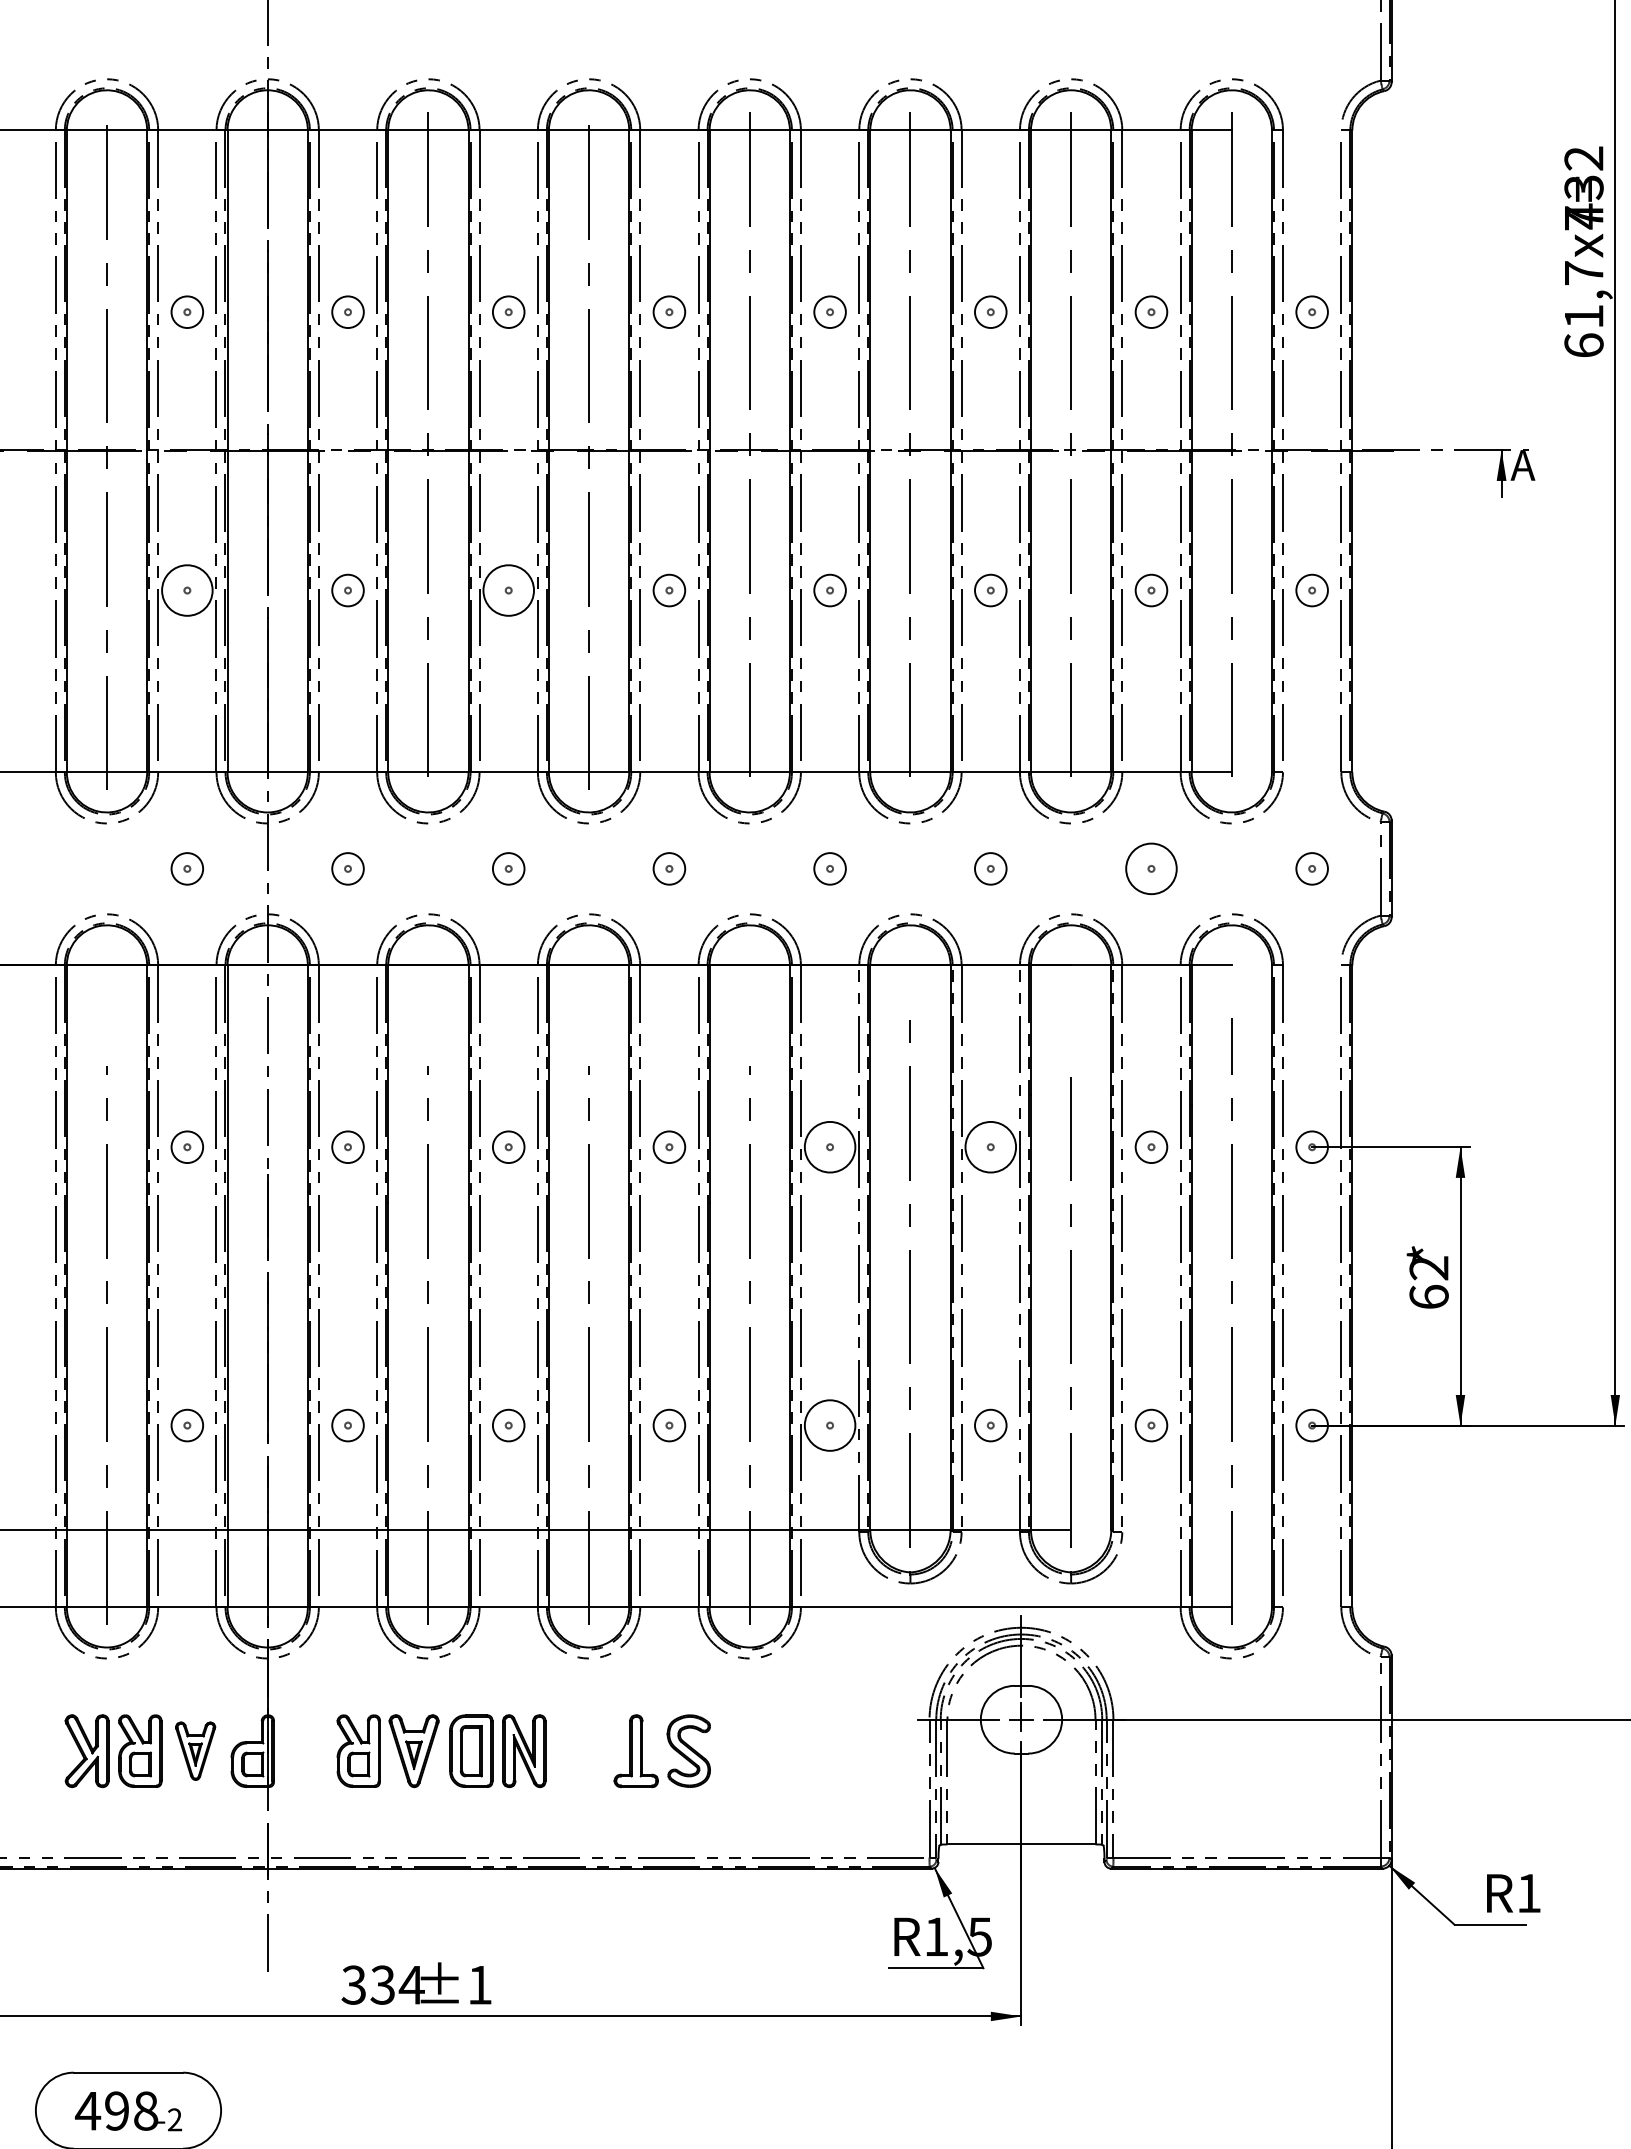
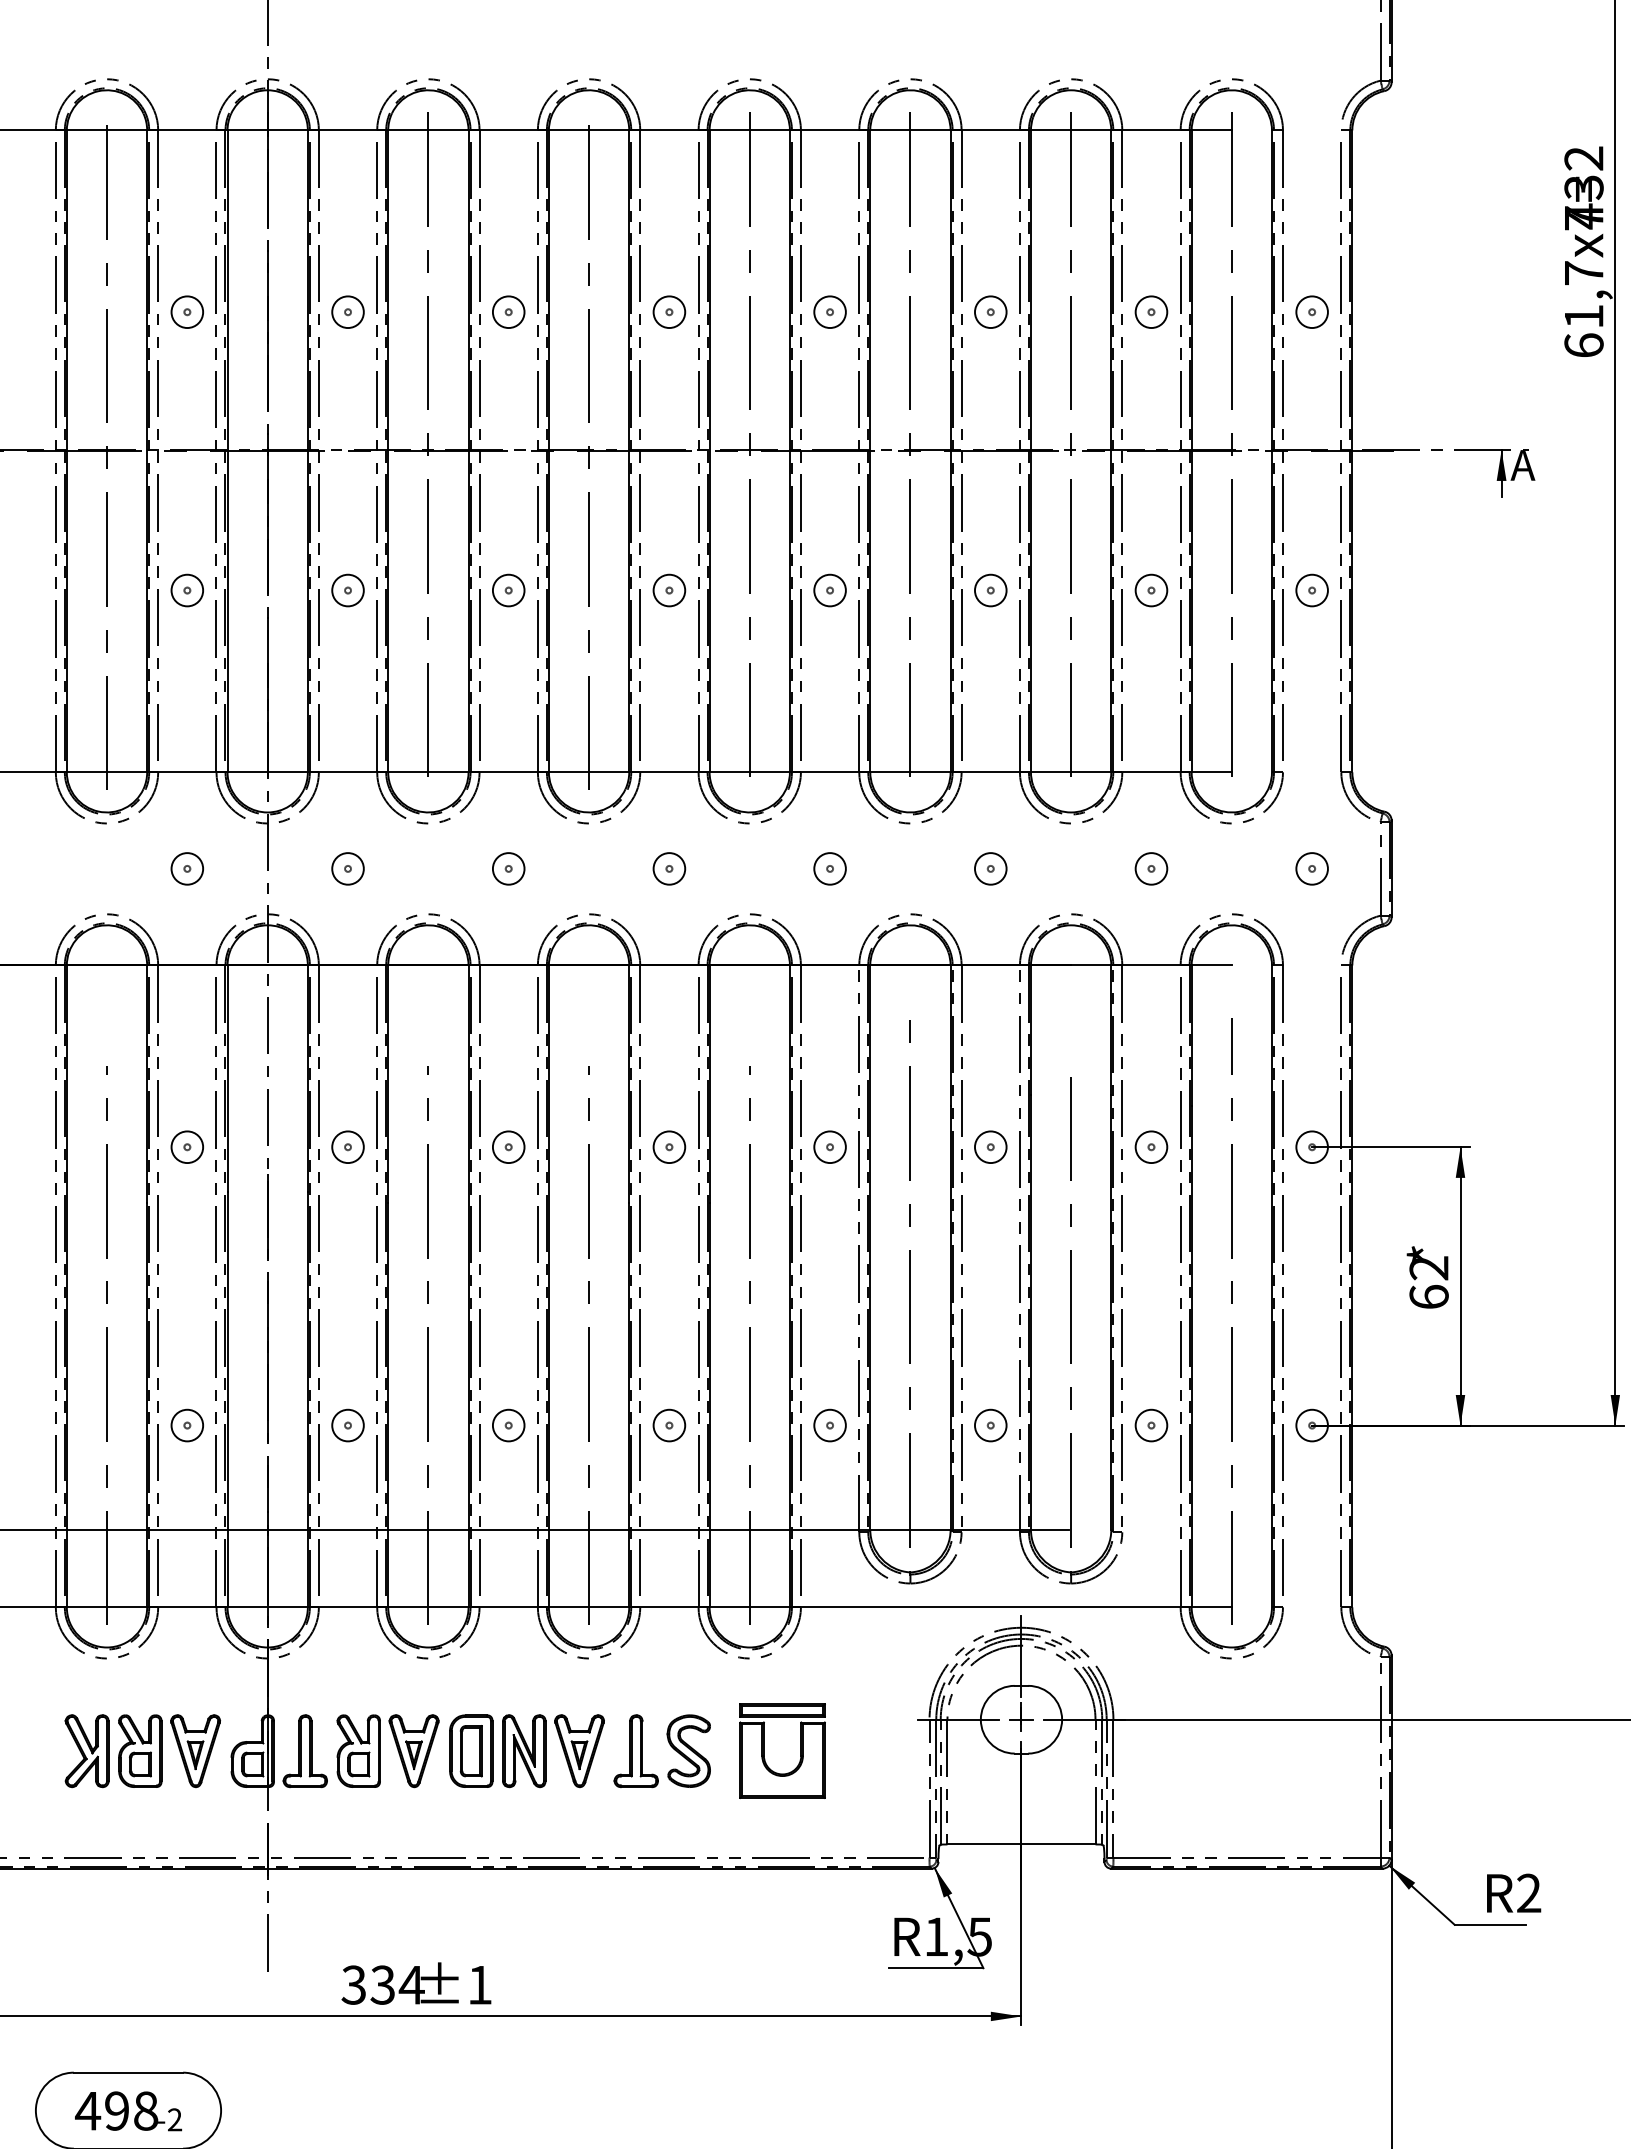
circle at (187, 590) diameter: 51 px -> 32 px
circle at (508, 590) diameter: 51 px -> 32 px
circle at (1151, 868) diameter: 51 px -> 32 px
circle at (829, 1146) diameter: 51 px -> 32 px
circle at (990, 1146) diameter: 51 px -> 32 px
circle at (829, 1425) diameter: 51 px -> 32 px
part at (195, 1750) size: 42x60 px -> 51x75 px
part at (304, 1750): none -> present
part at (764, 1750): none -> present
part at (579, 1751): none -> present
text at (1529, 1892): R1 -> R2
